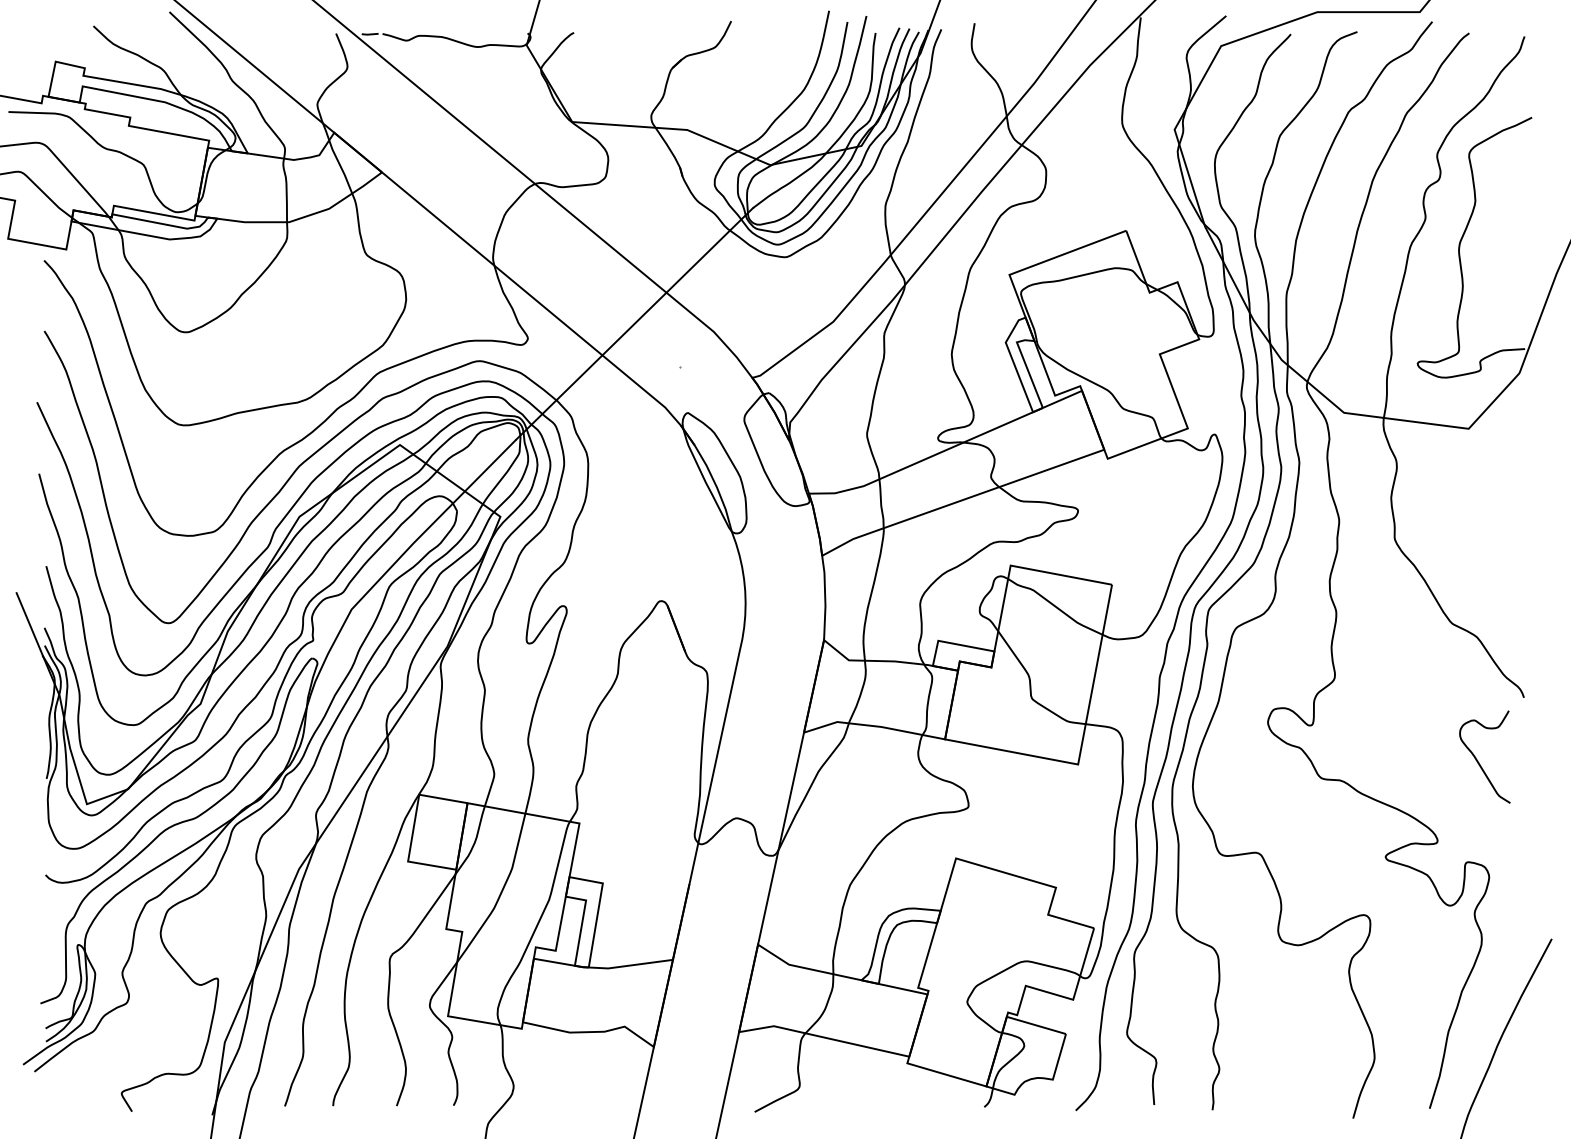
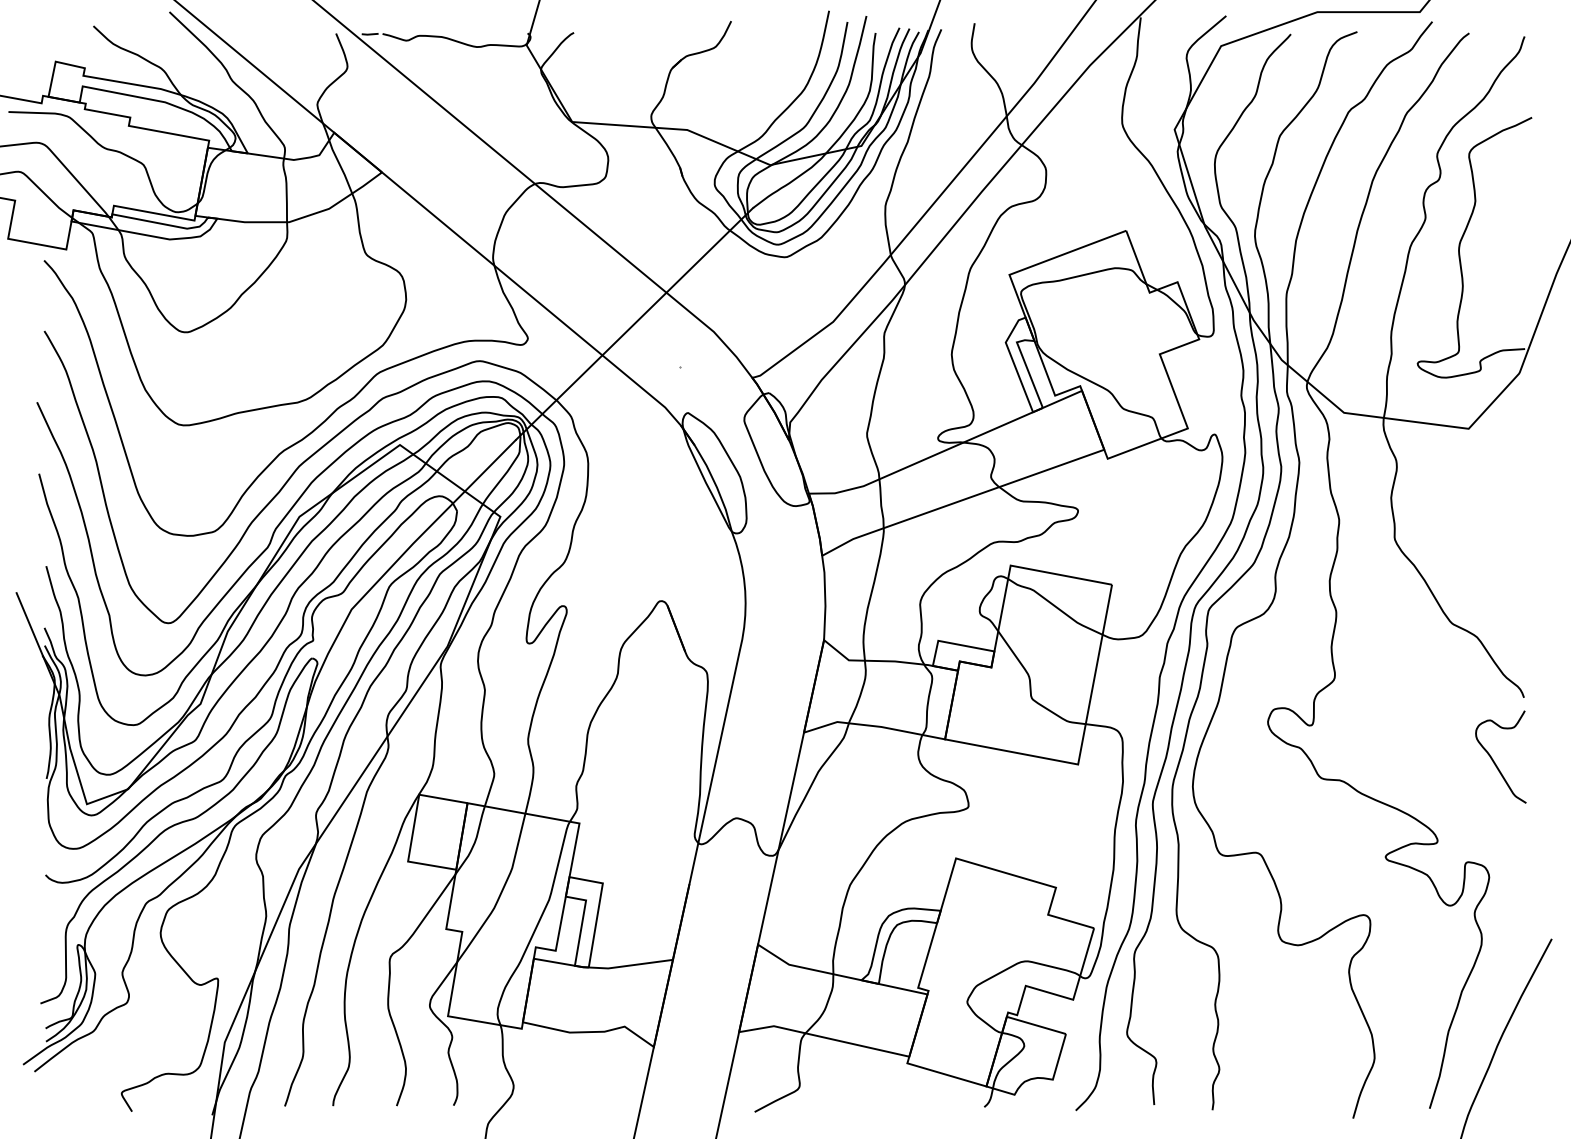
curve at (1477, 759) position: (1477, 759) -> (1493, 759)
